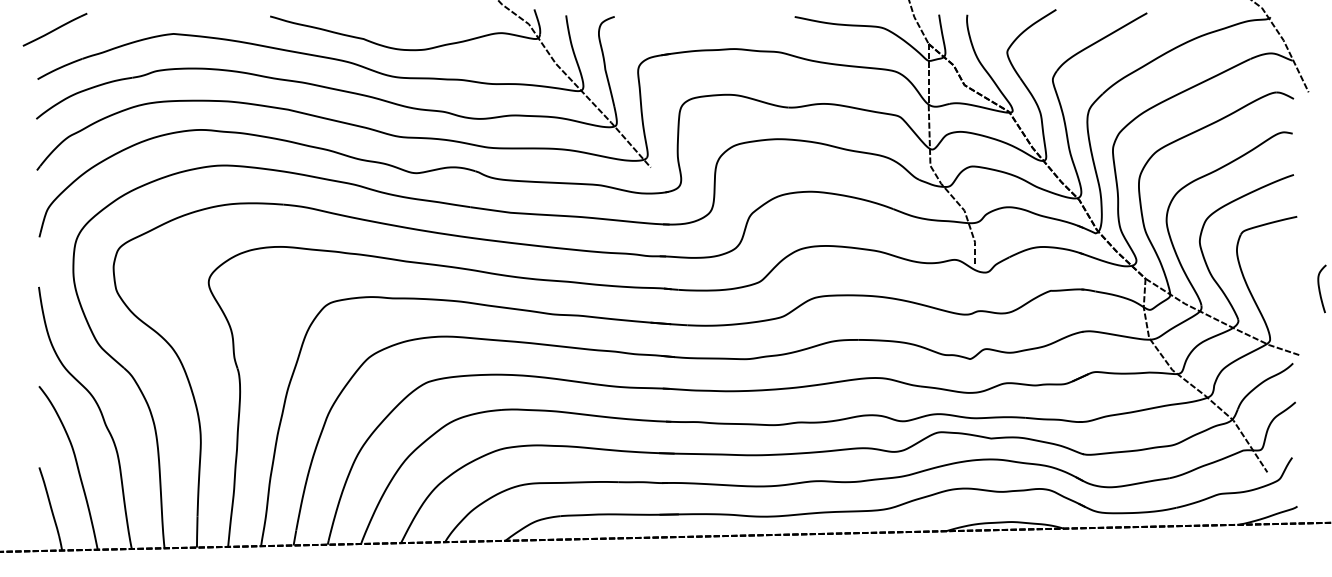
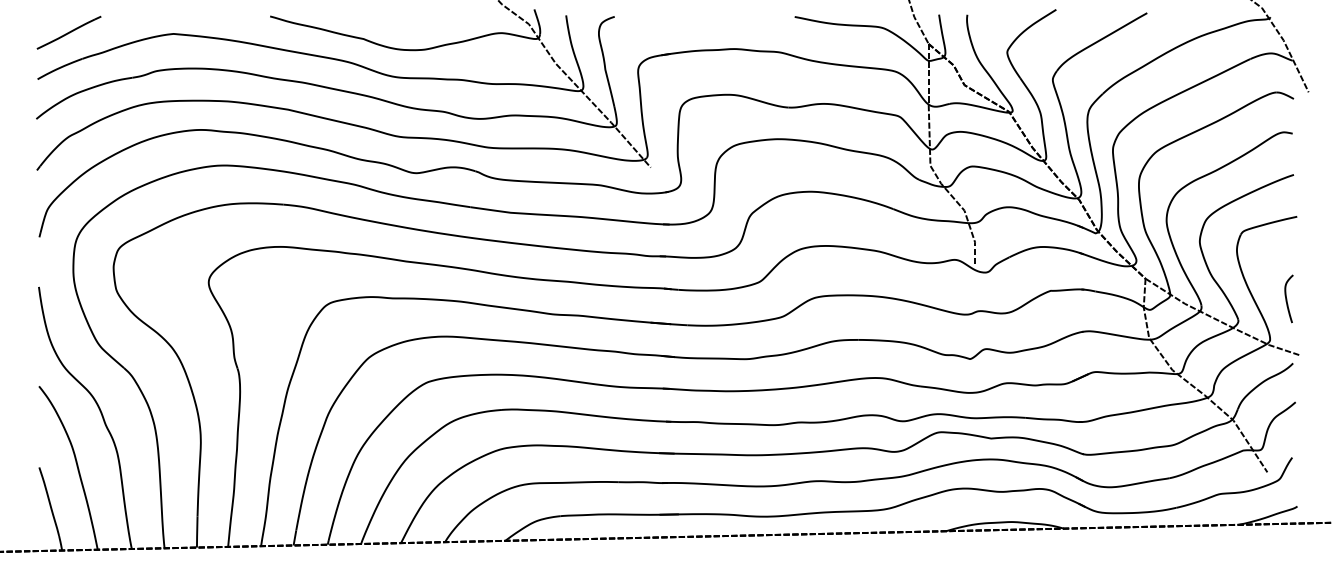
line at (54, 29) position: (54, 29) -> (68, 32)
curve at (1320, 288) position: (1320, 288) -> (1287, 298)
